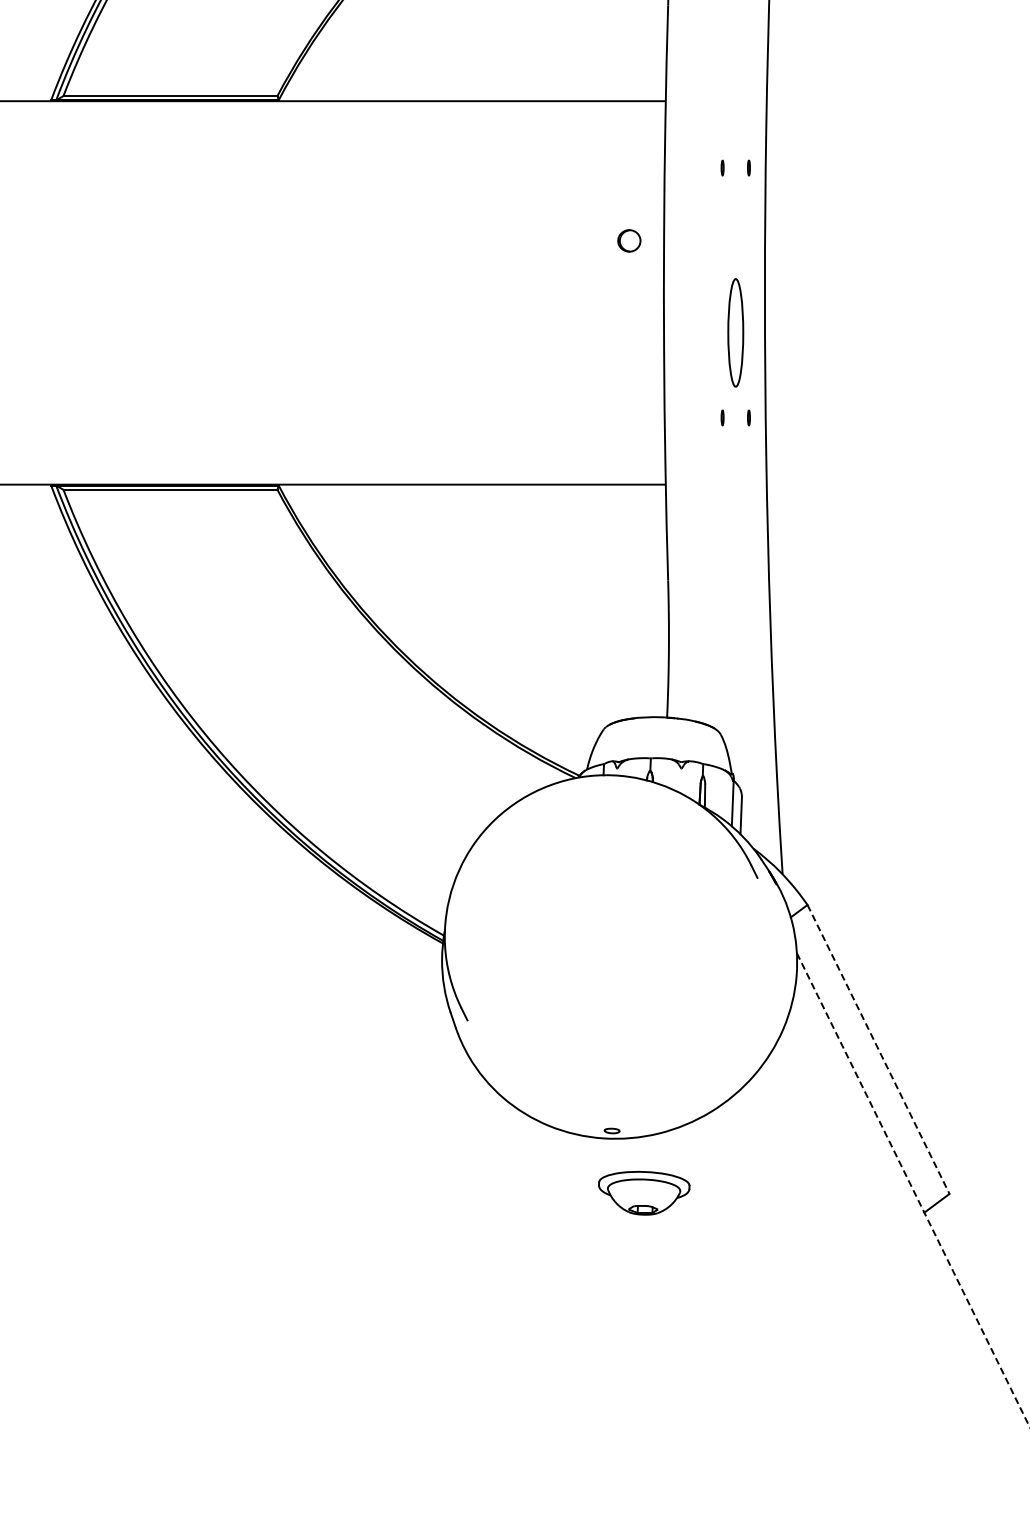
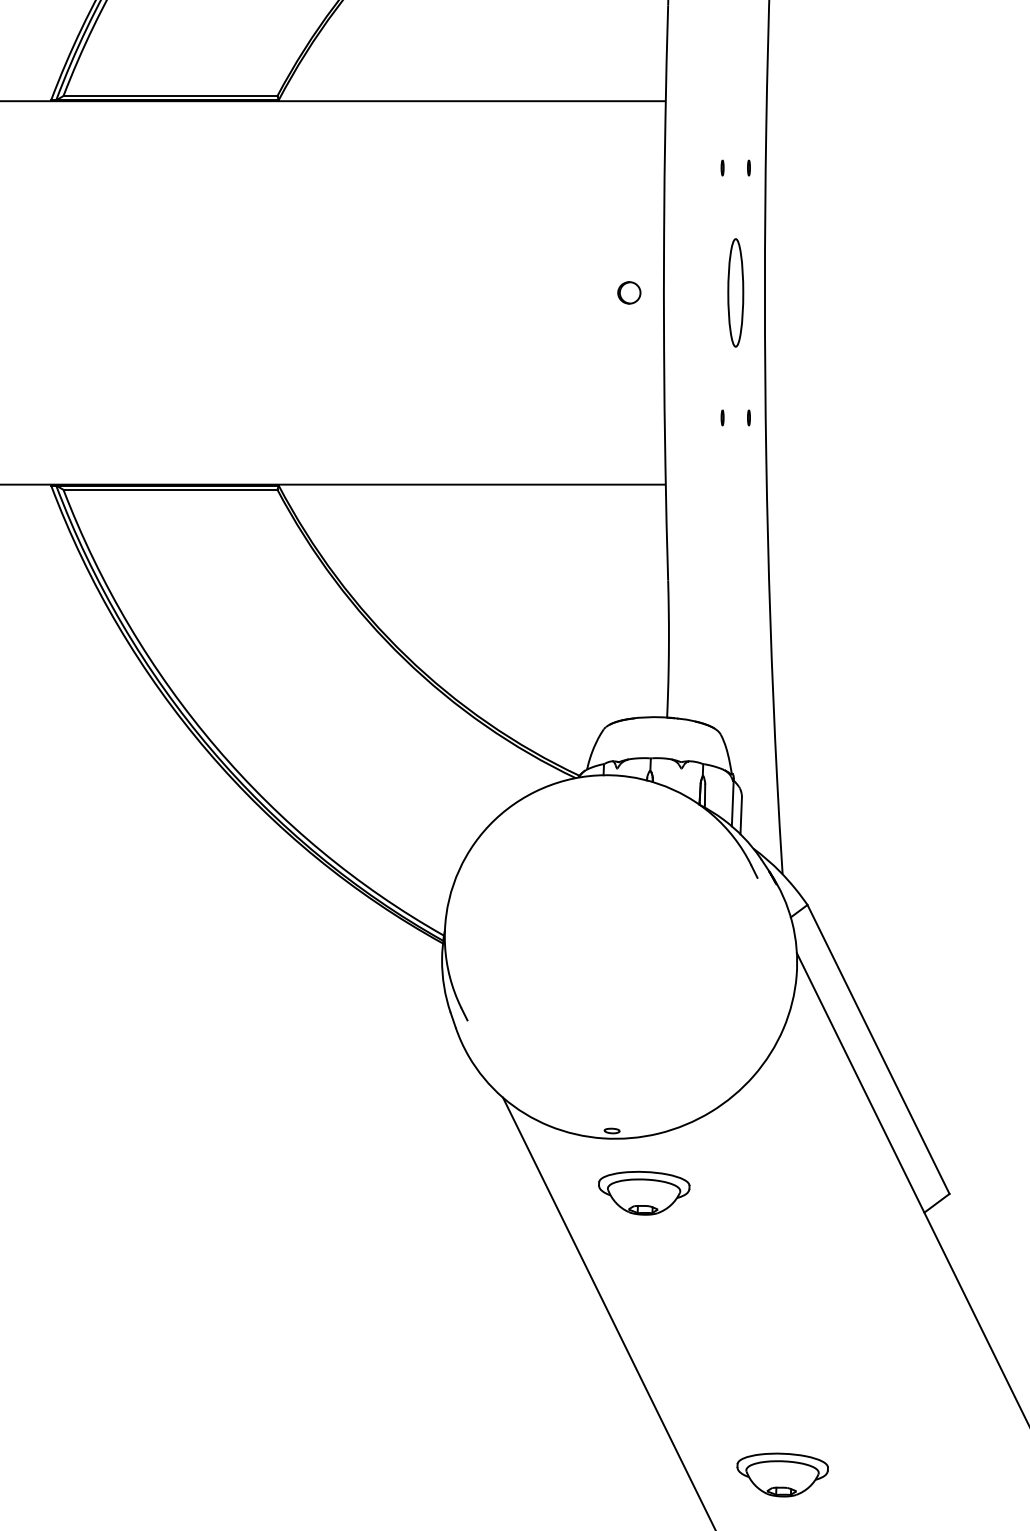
part at (629, 240) position: (629, 240) -> (629, 292)
part at (735, 332) position: (735, 332) -> (735, 292)
line at (878, 1049): dashed -> solid
line at (913, 1190): dashed -> solid
line at (608, 1312): none -> present
part at (782, 1474): none -> present
